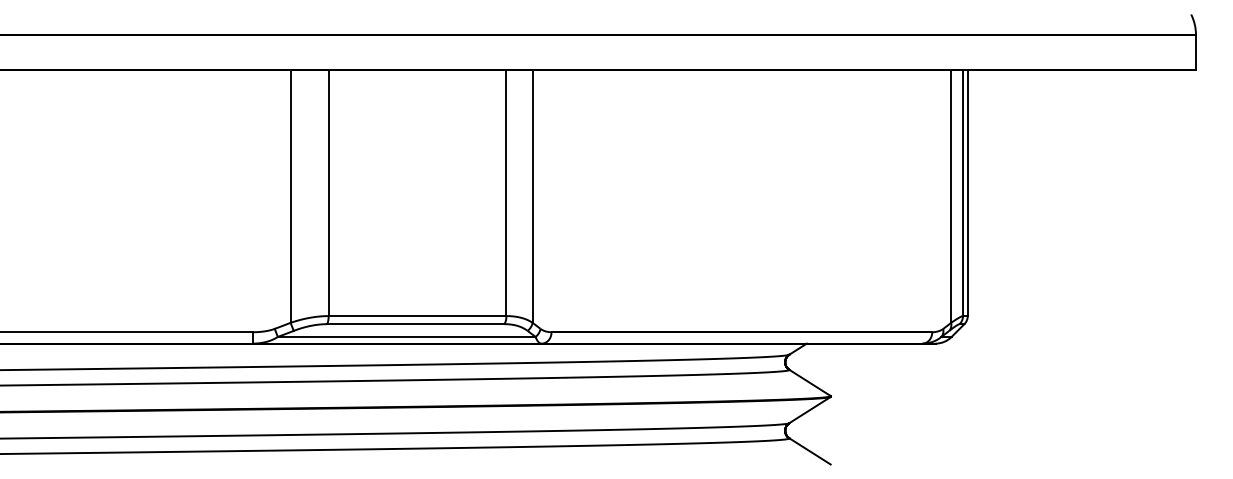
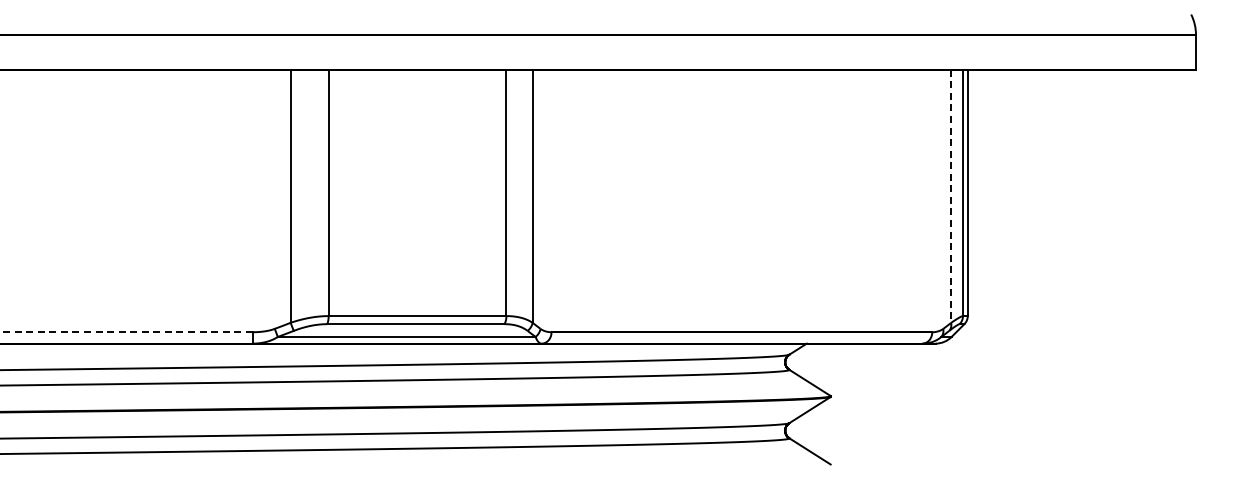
line at (951, 196): solid -> dashed
line at (125, 332): solid -> dashed
